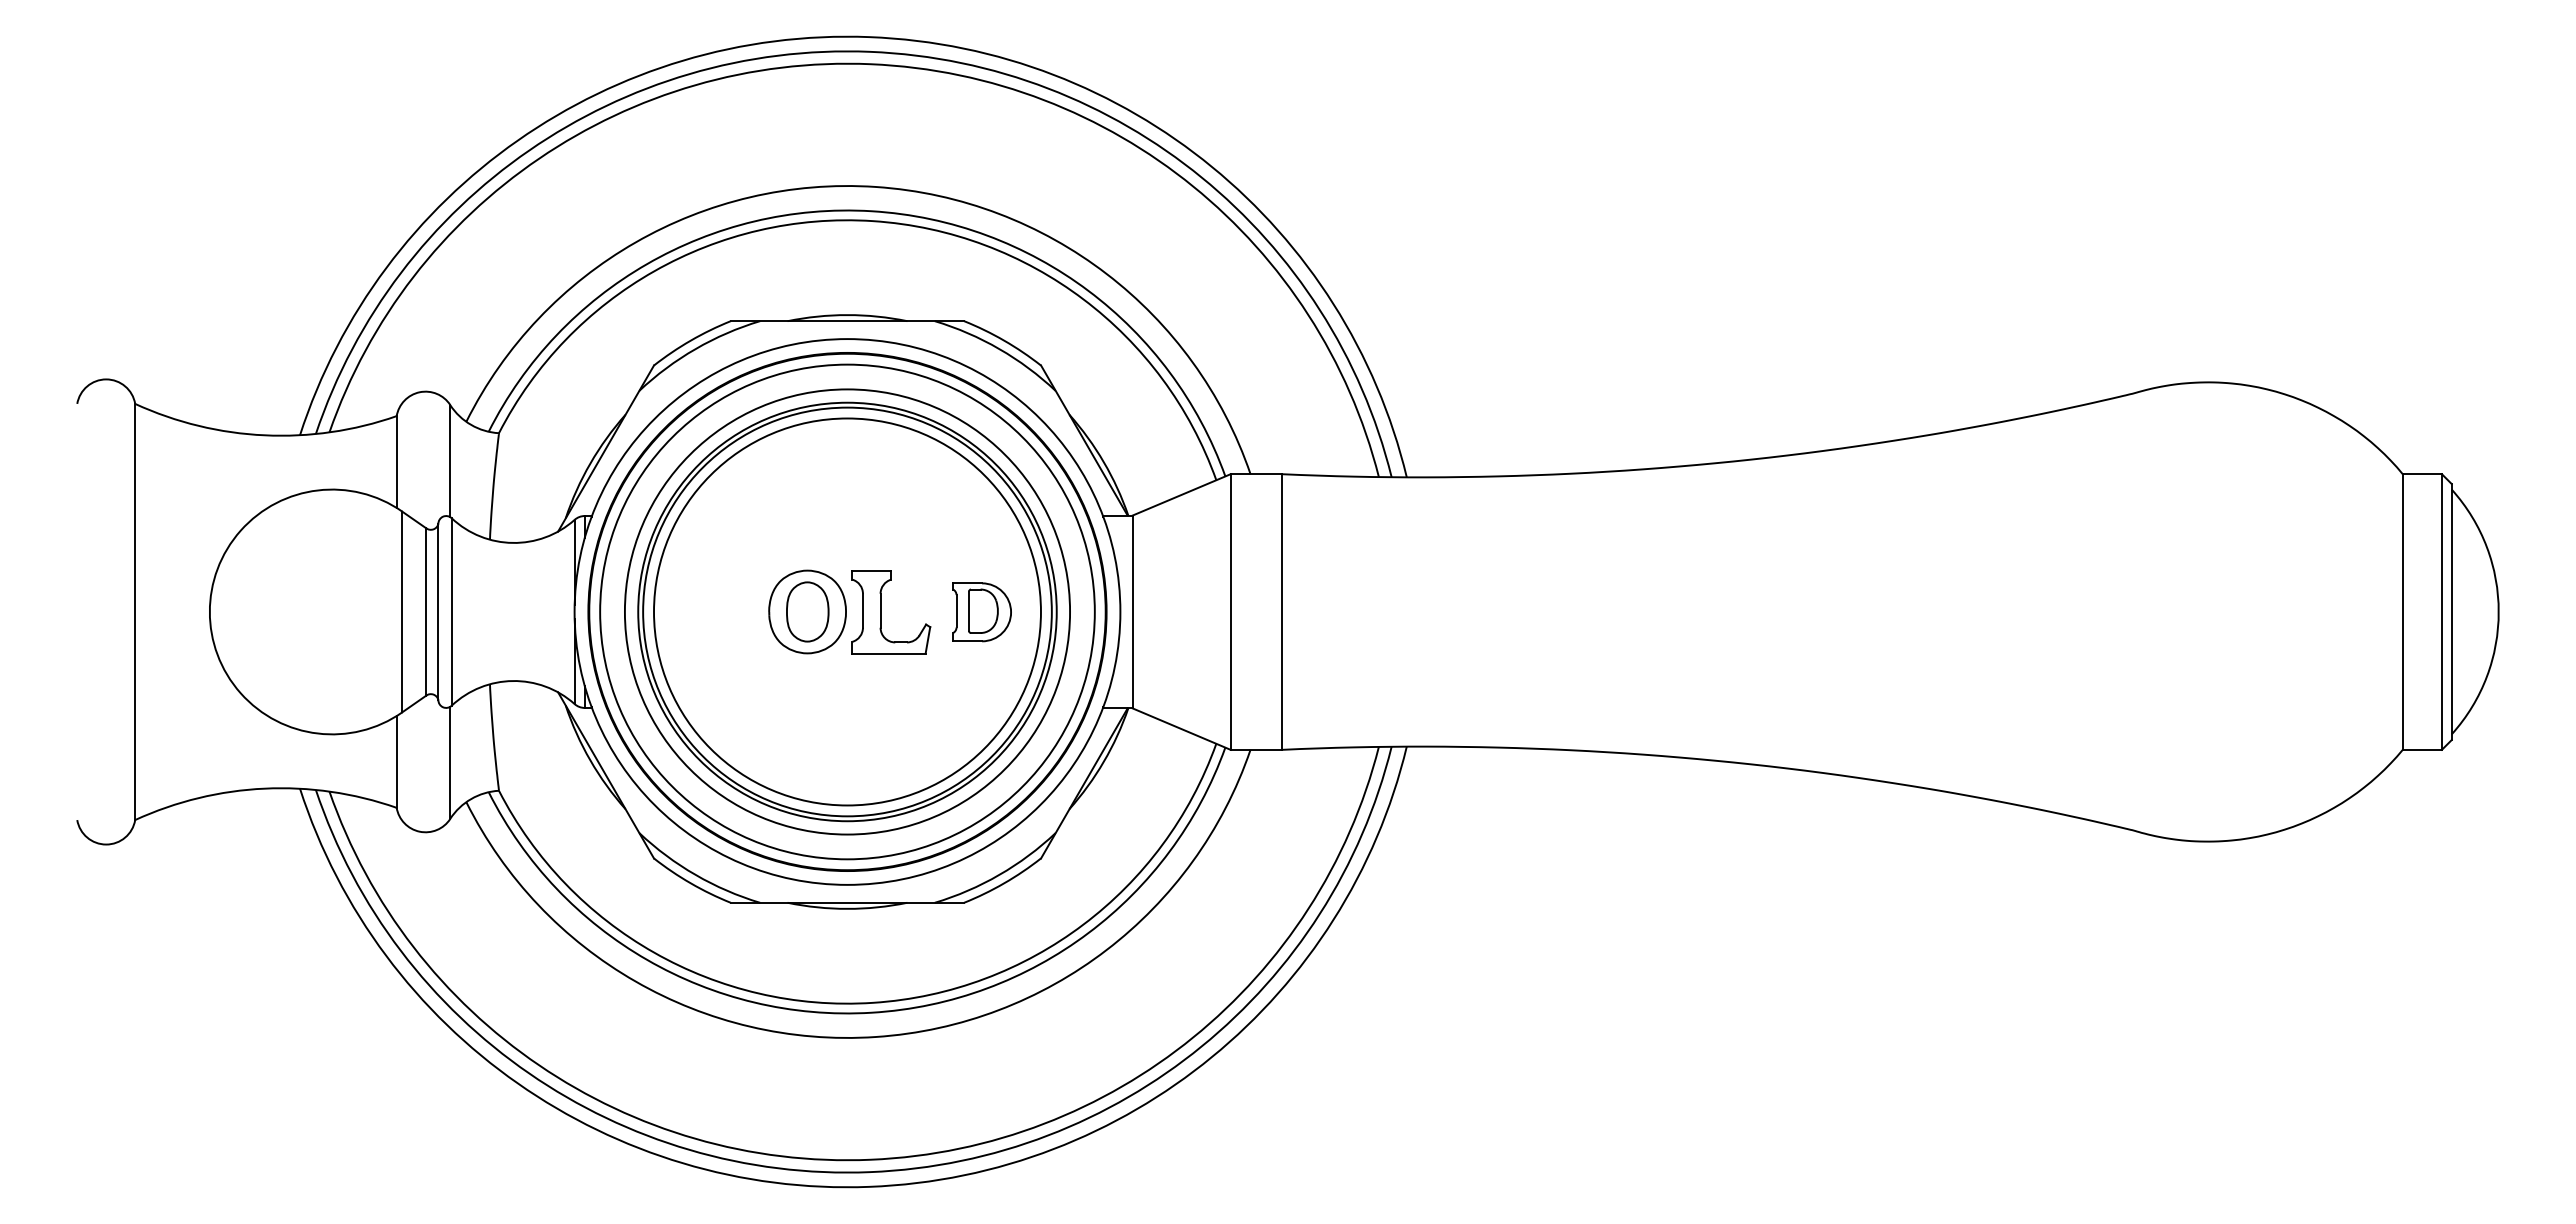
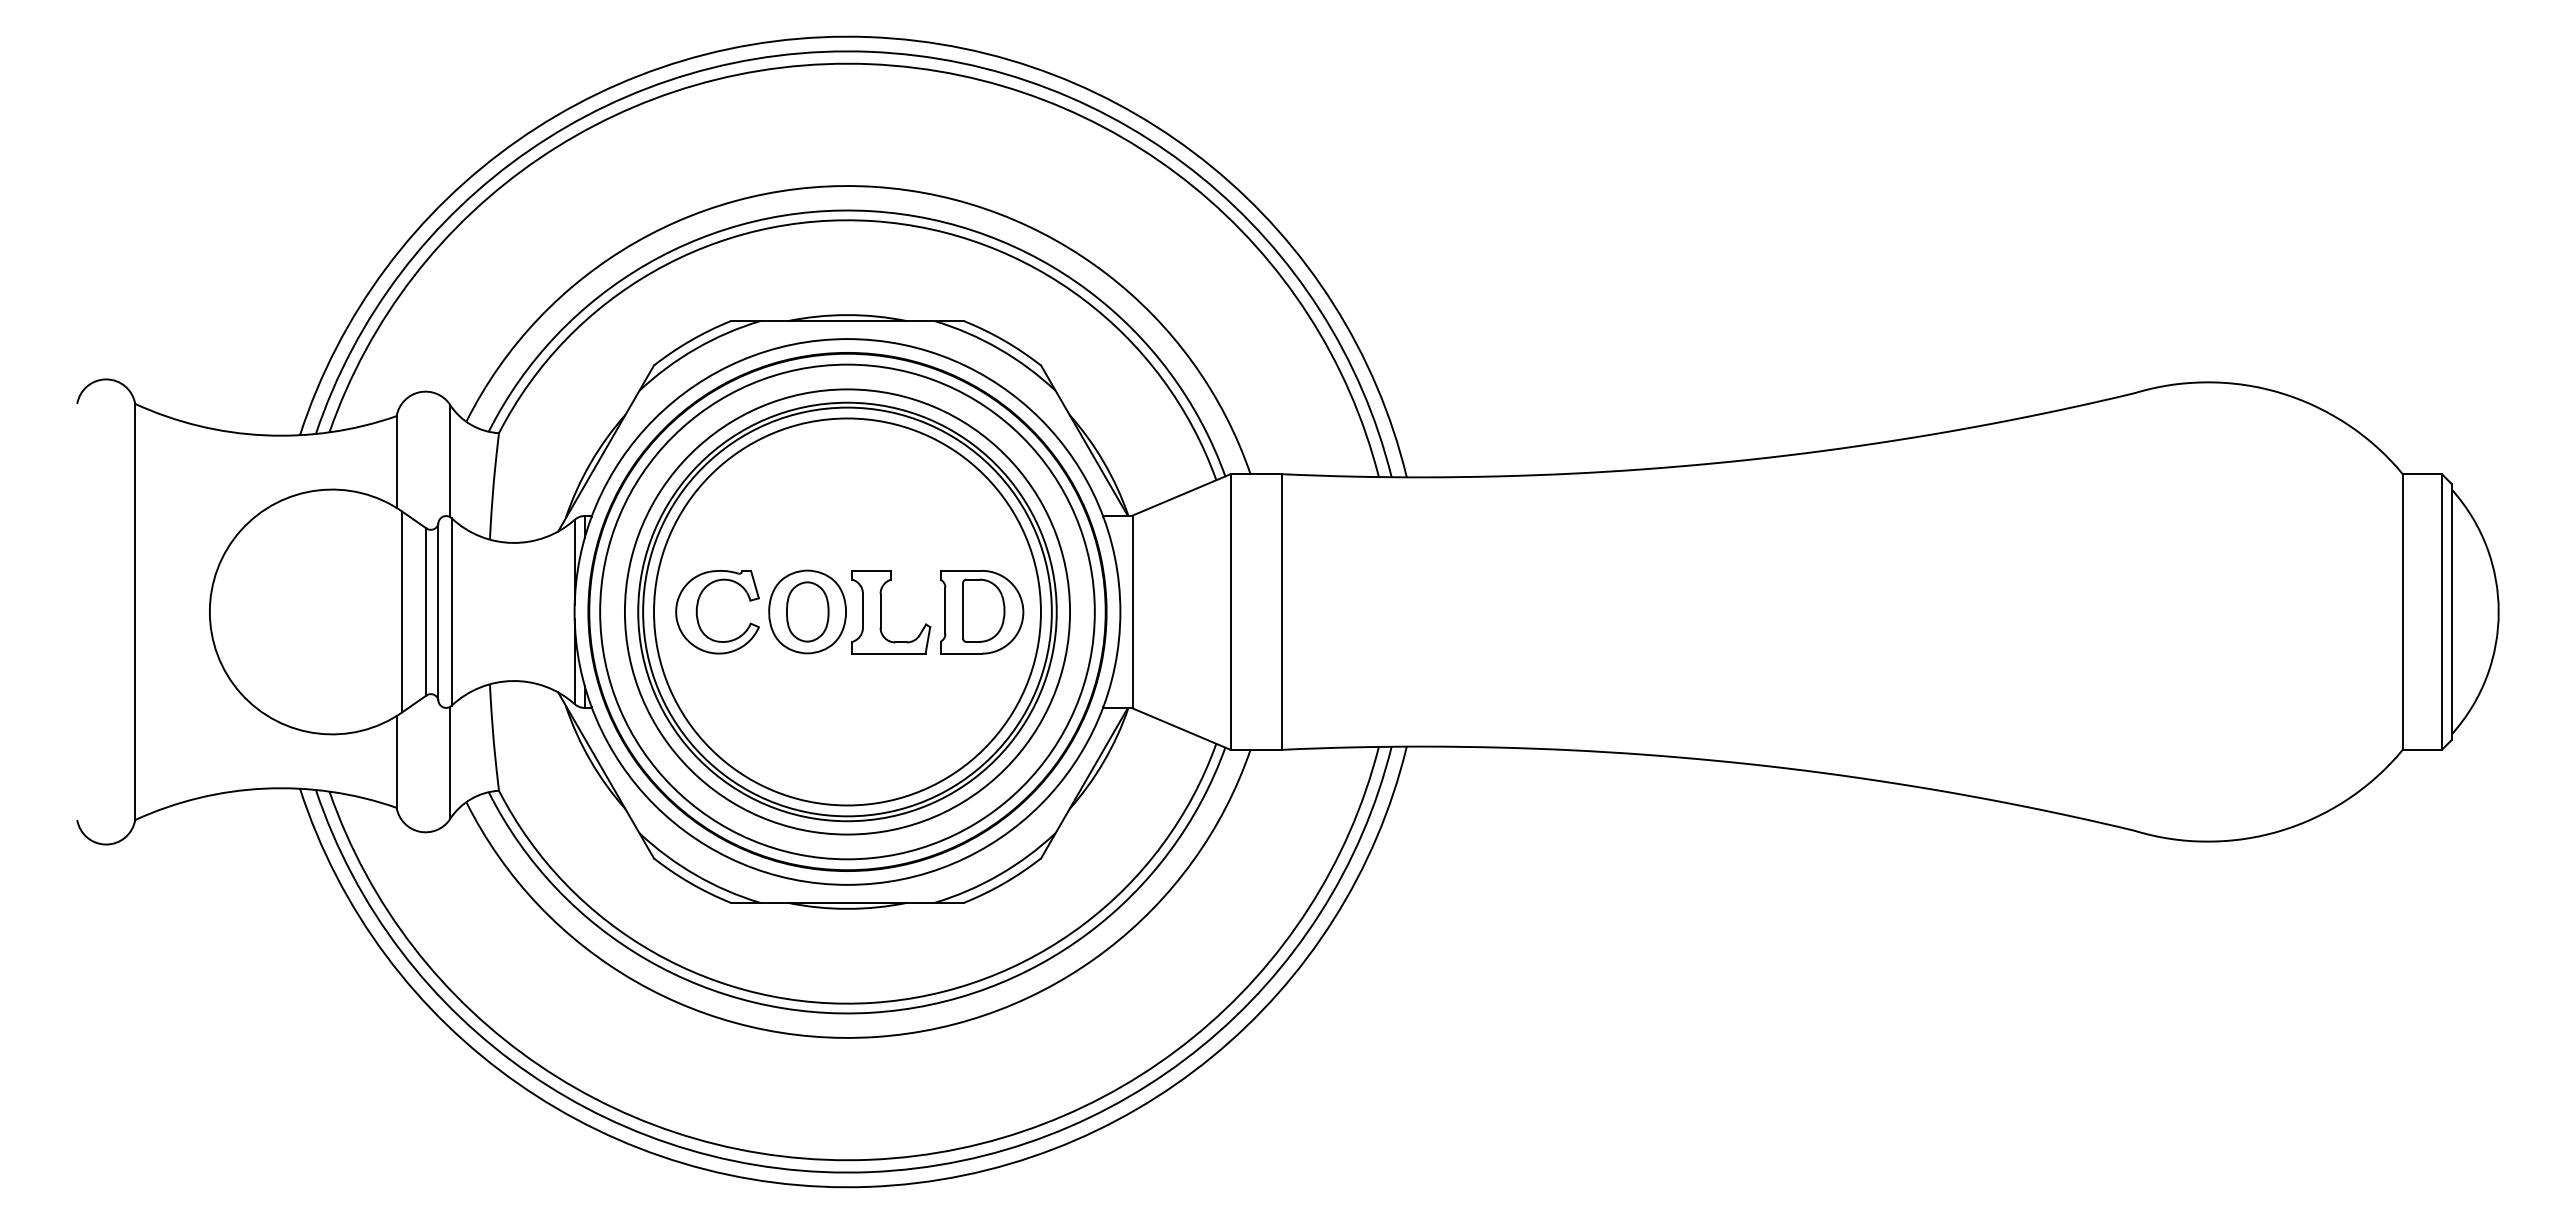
part at (698, 605): none -> present
part at (981, 612) size: 60x61 px -> 85x85 px
